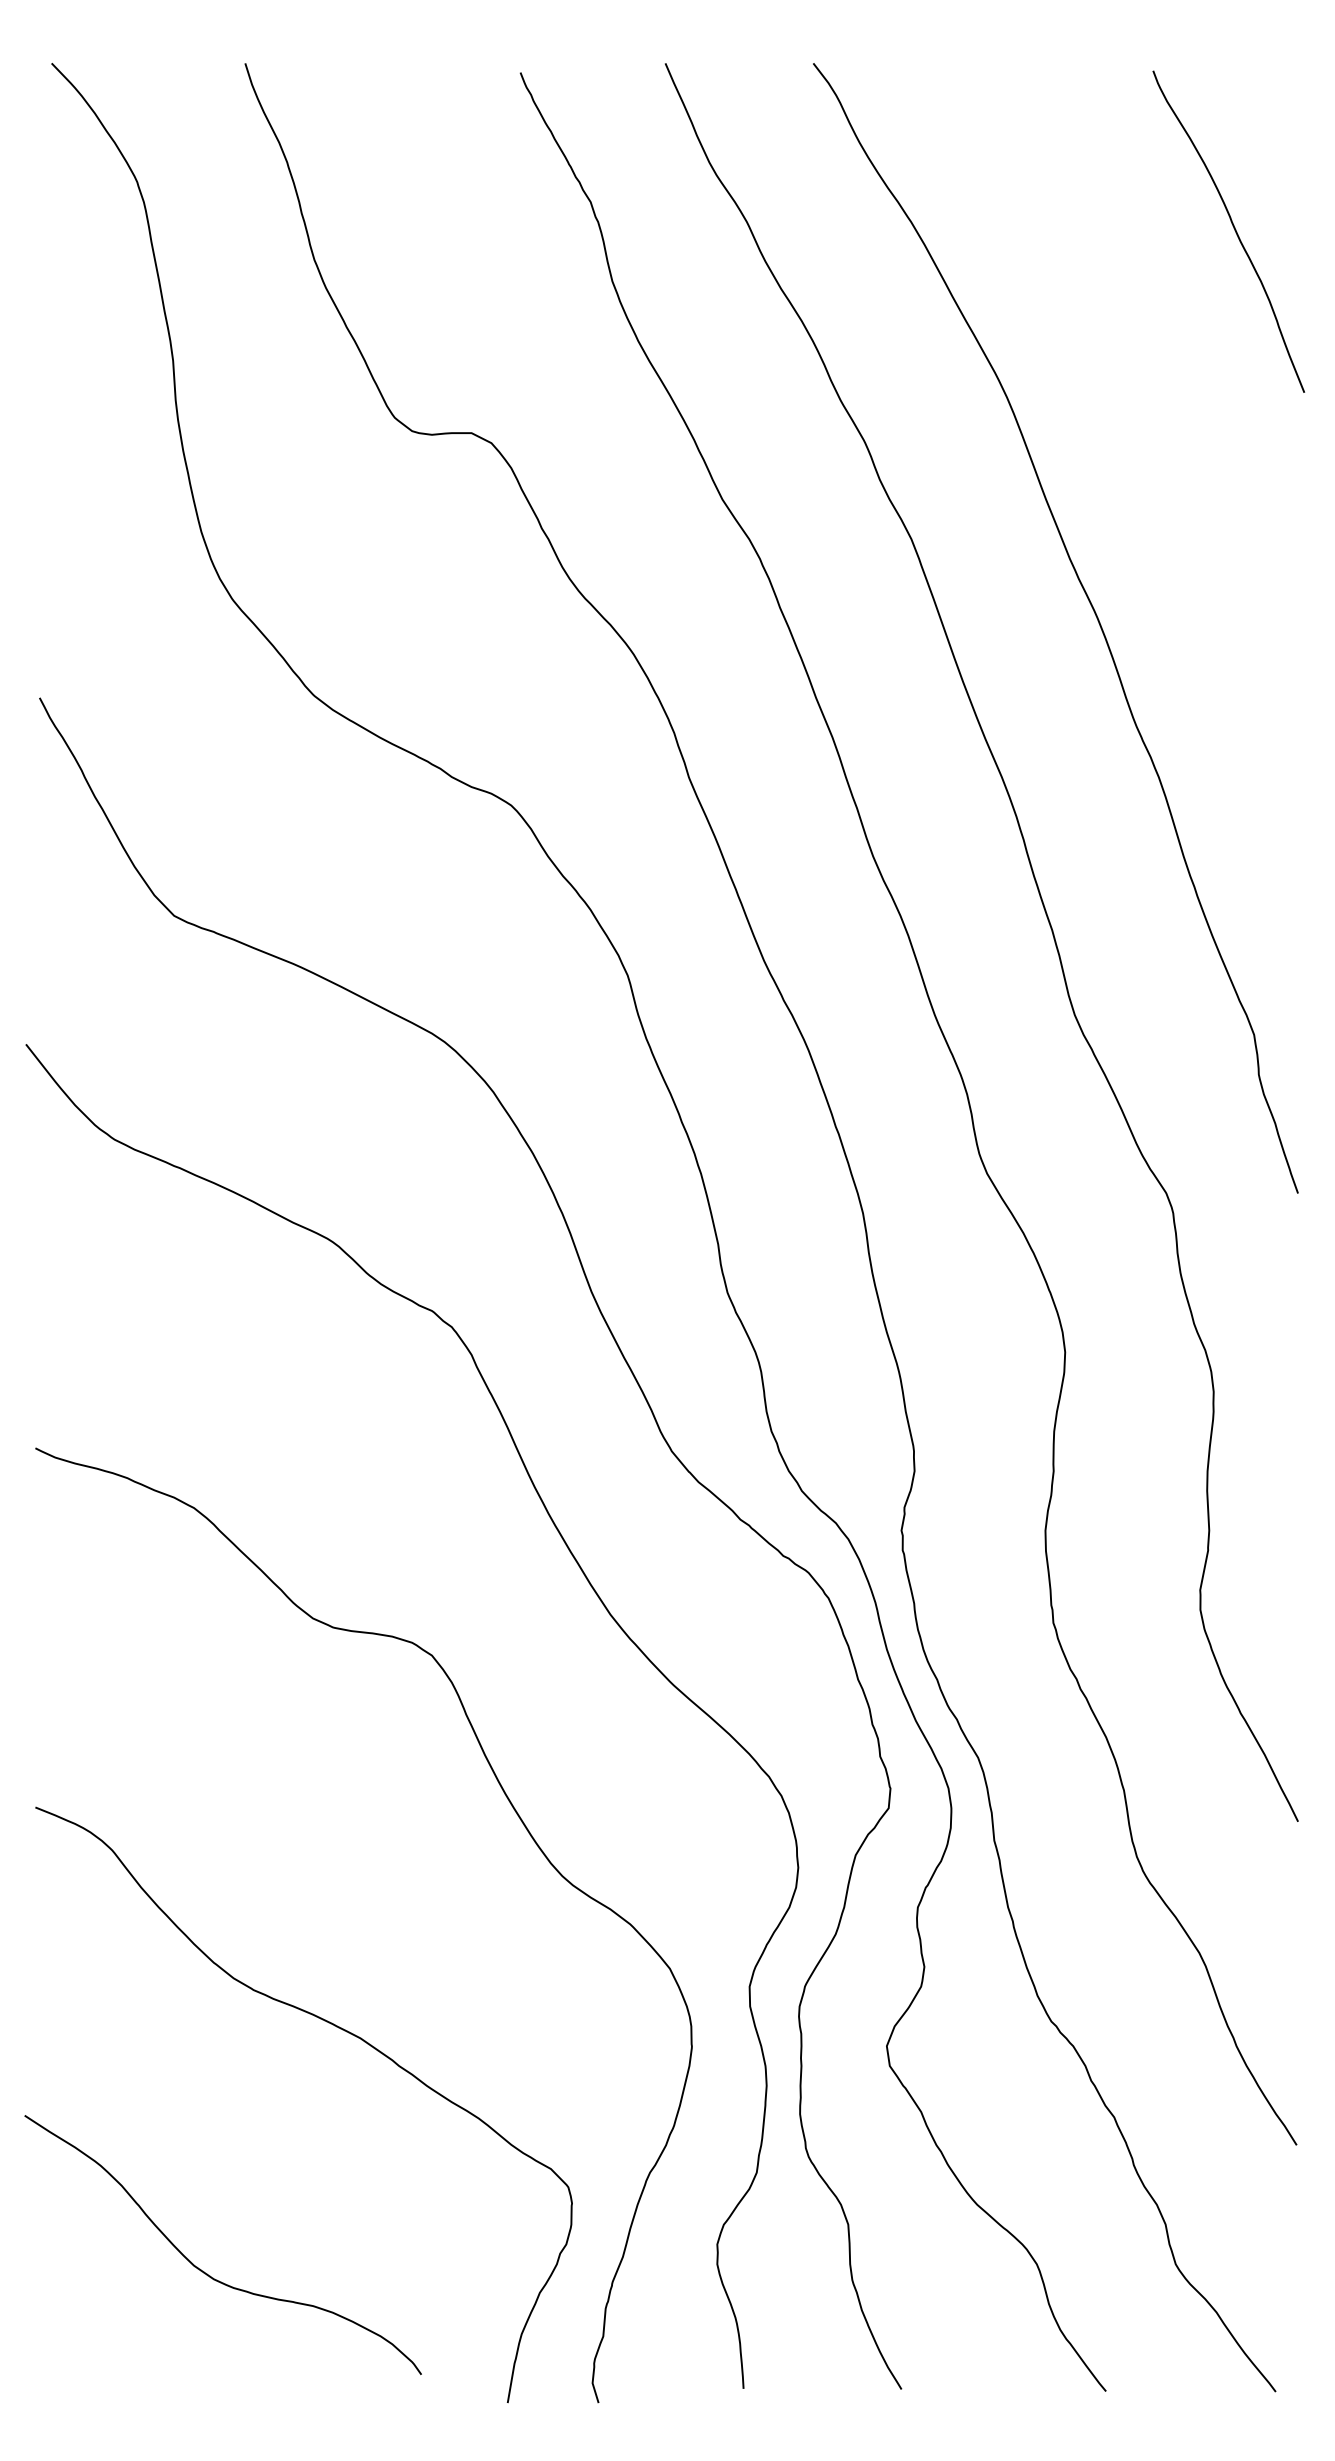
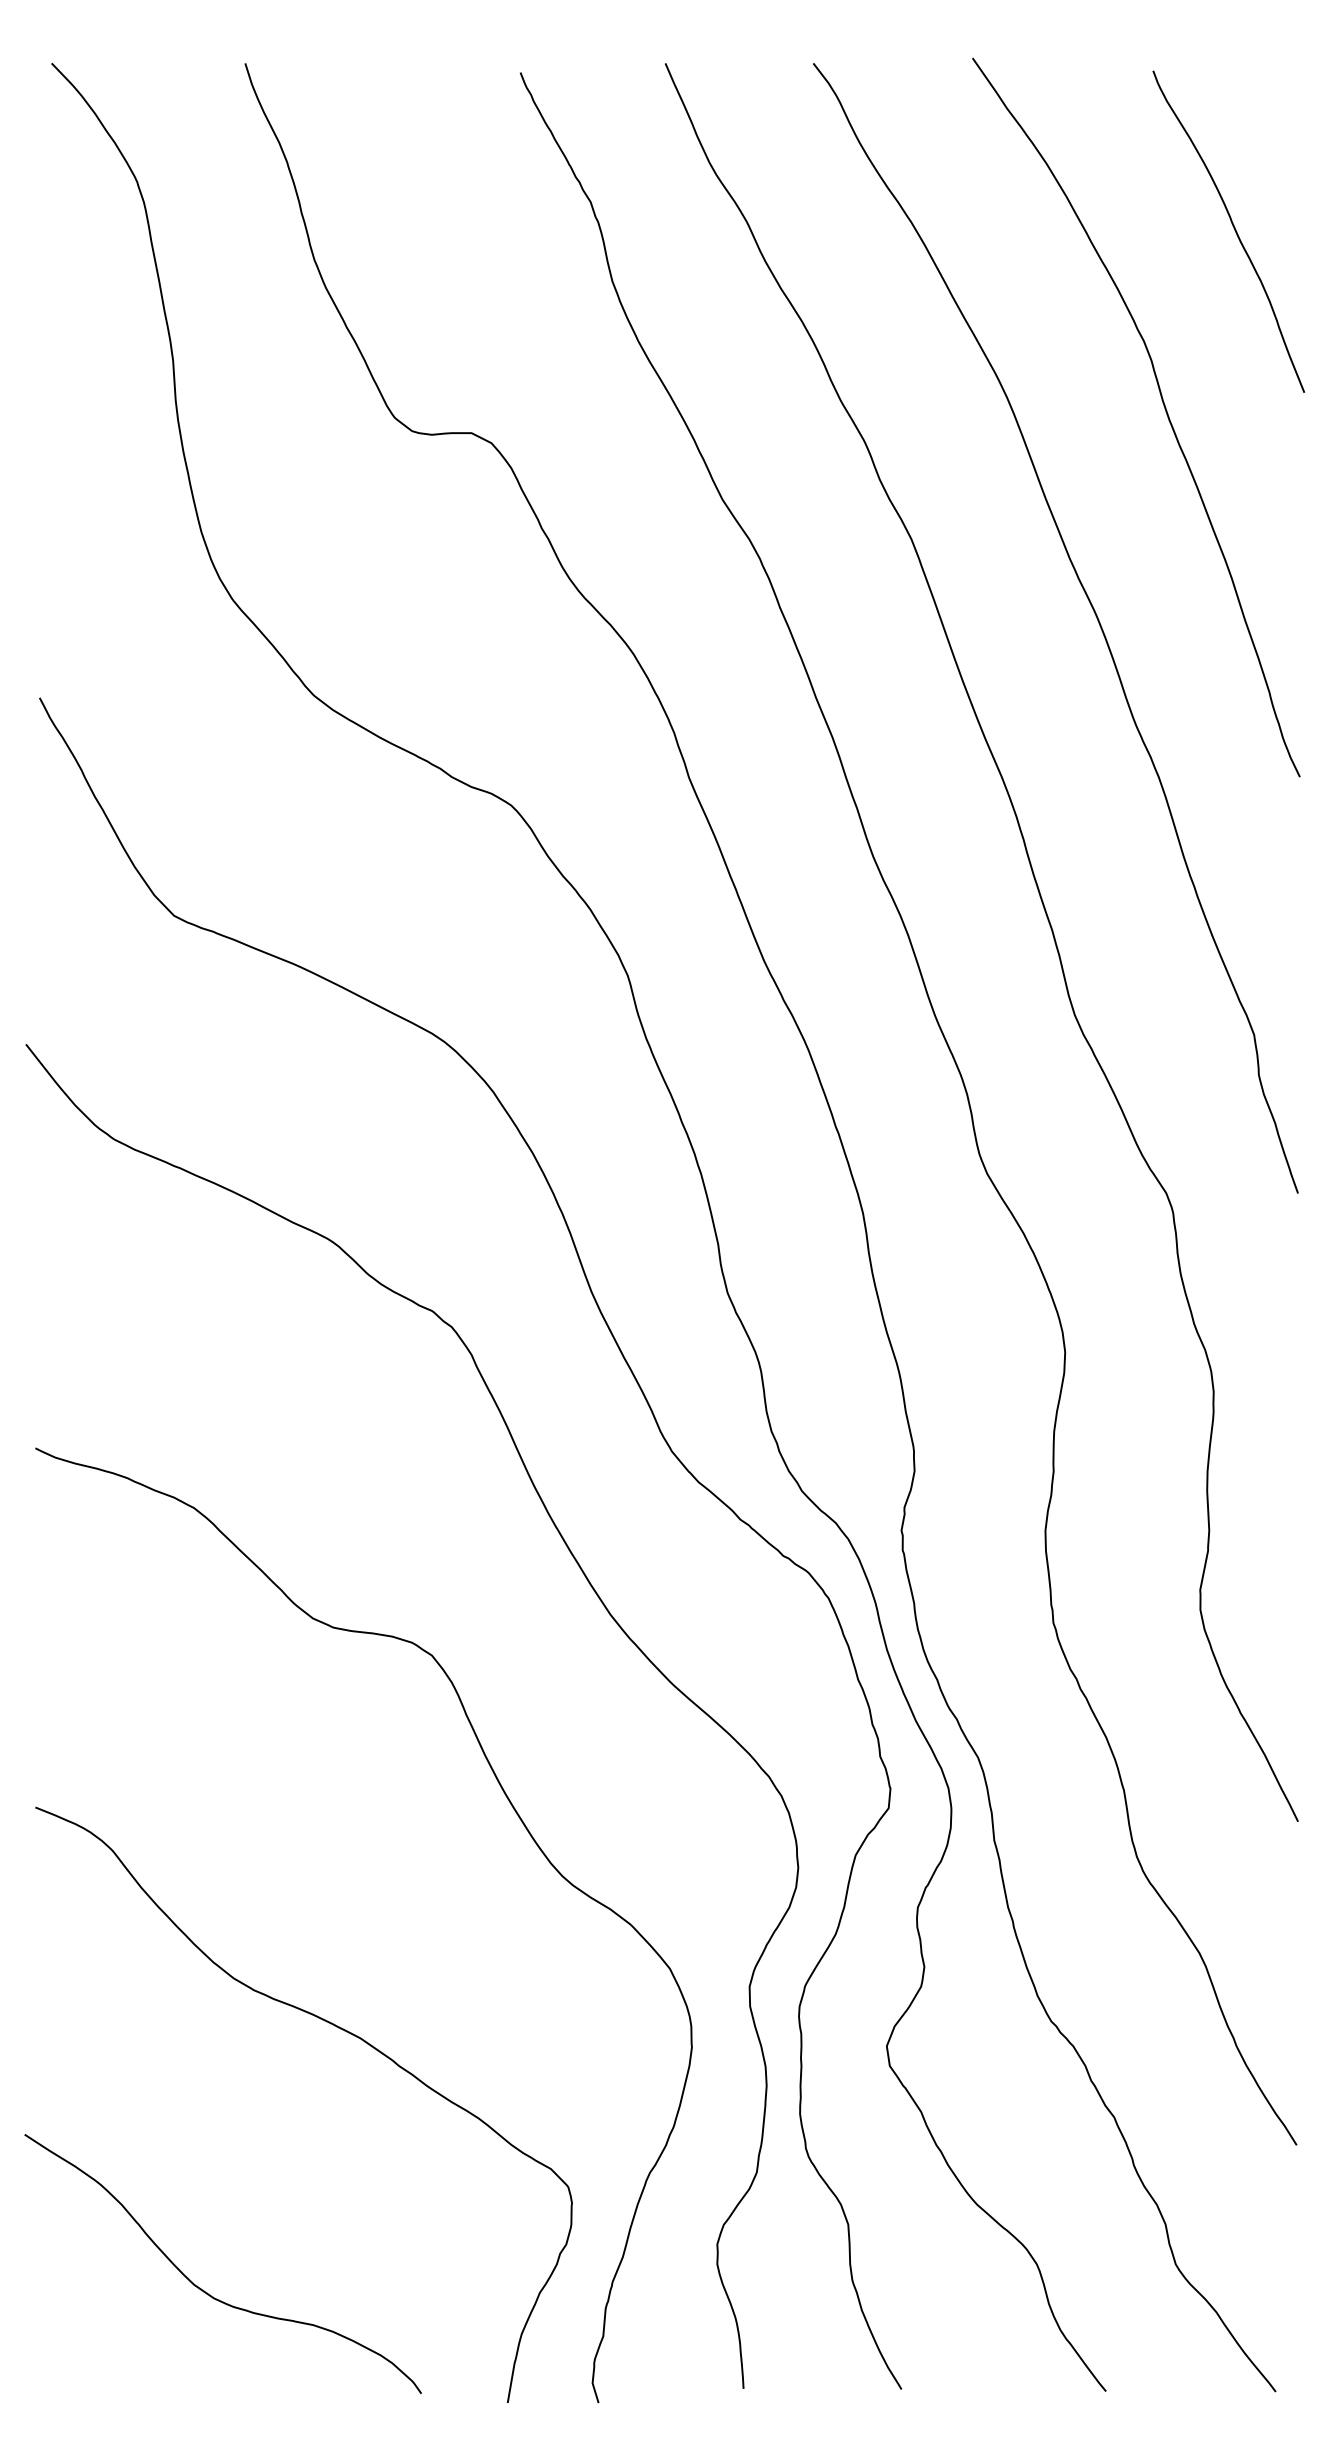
curve at (1164, 409): none -> present
curve at (204, 2271) position: (204, 2271) -> (204, 2290)
